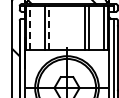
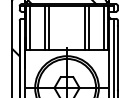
line at (30, 27): dashed -> solid
line at (49, 27): dashed -> solid
